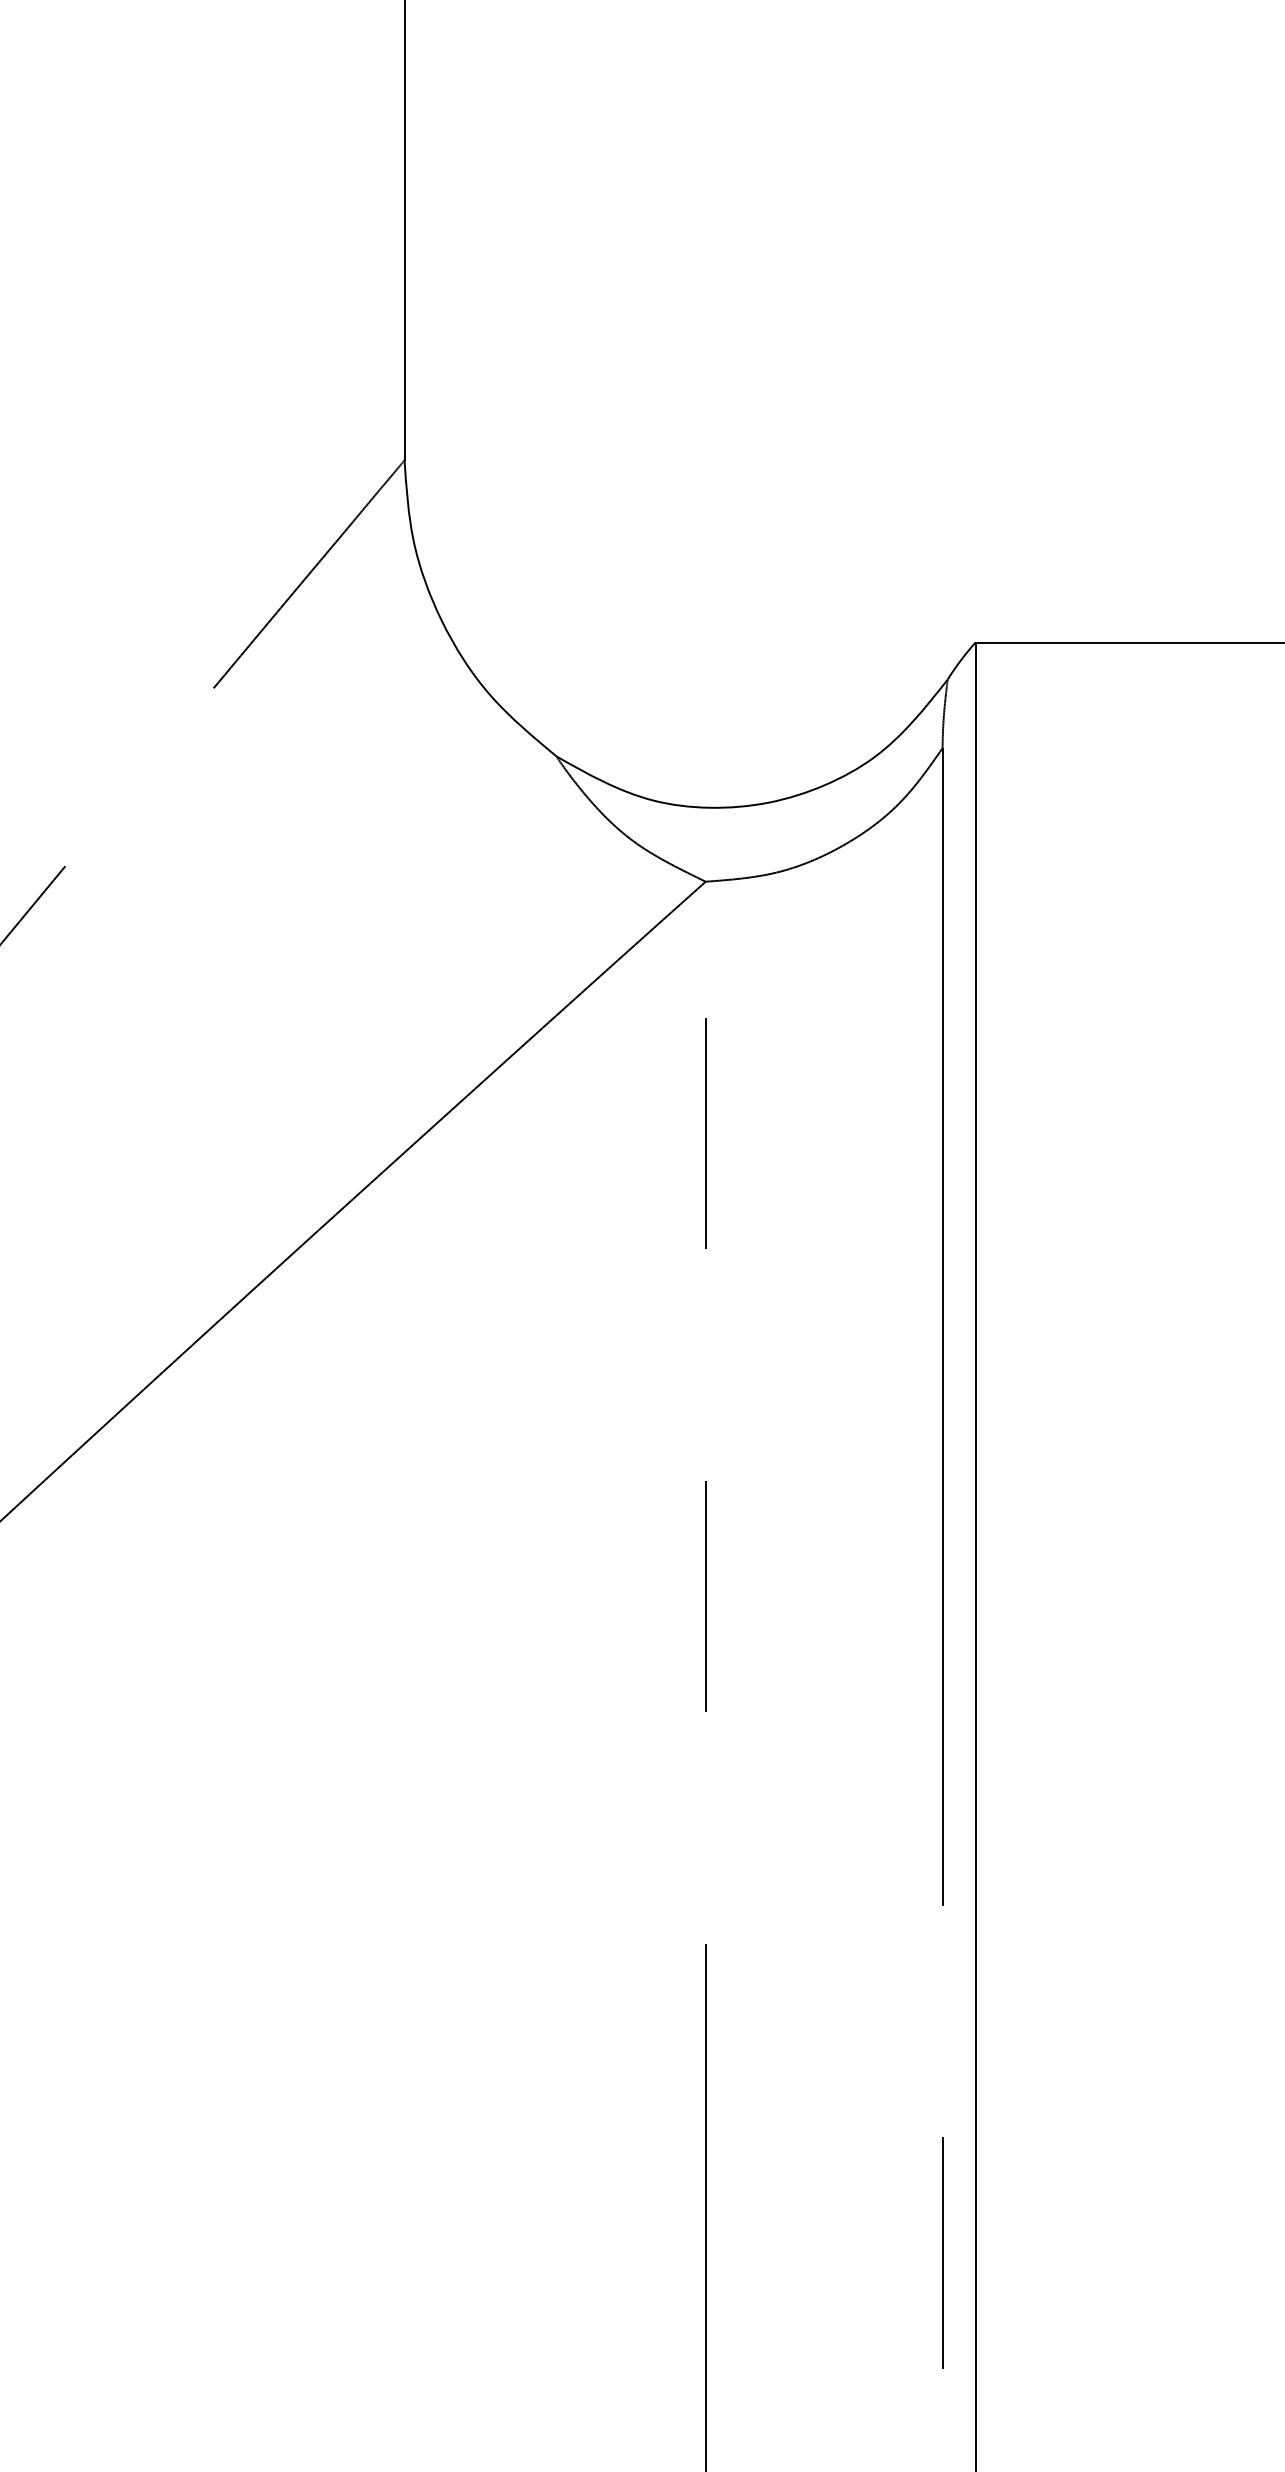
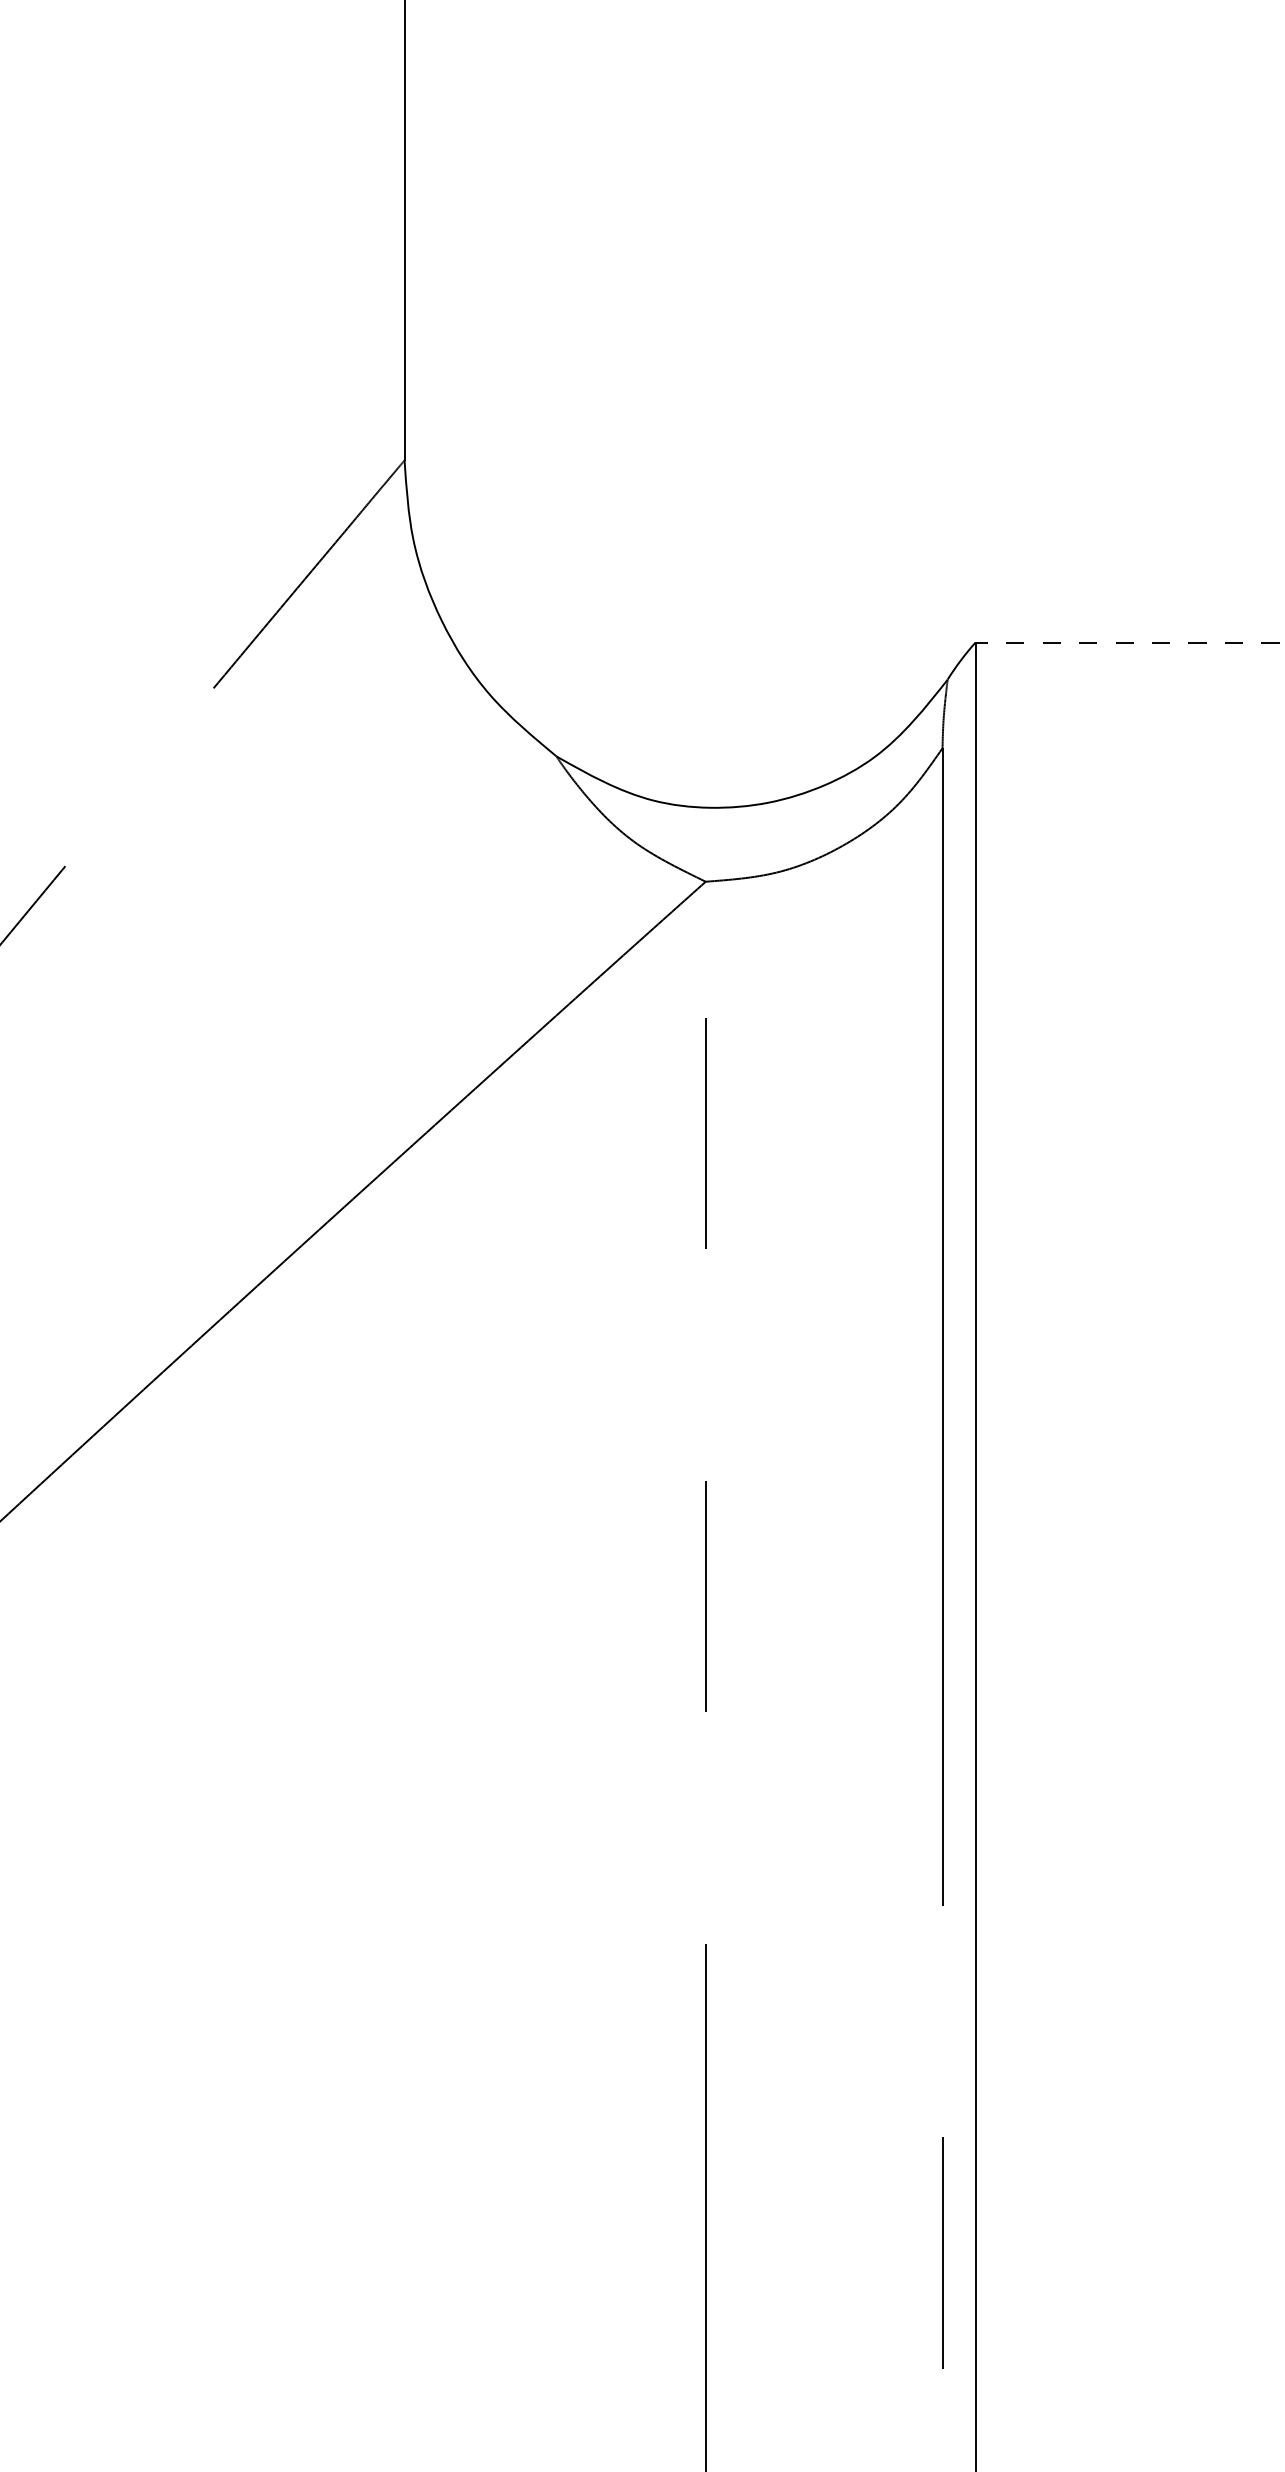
line at (1129, 642): solid -> dashed
